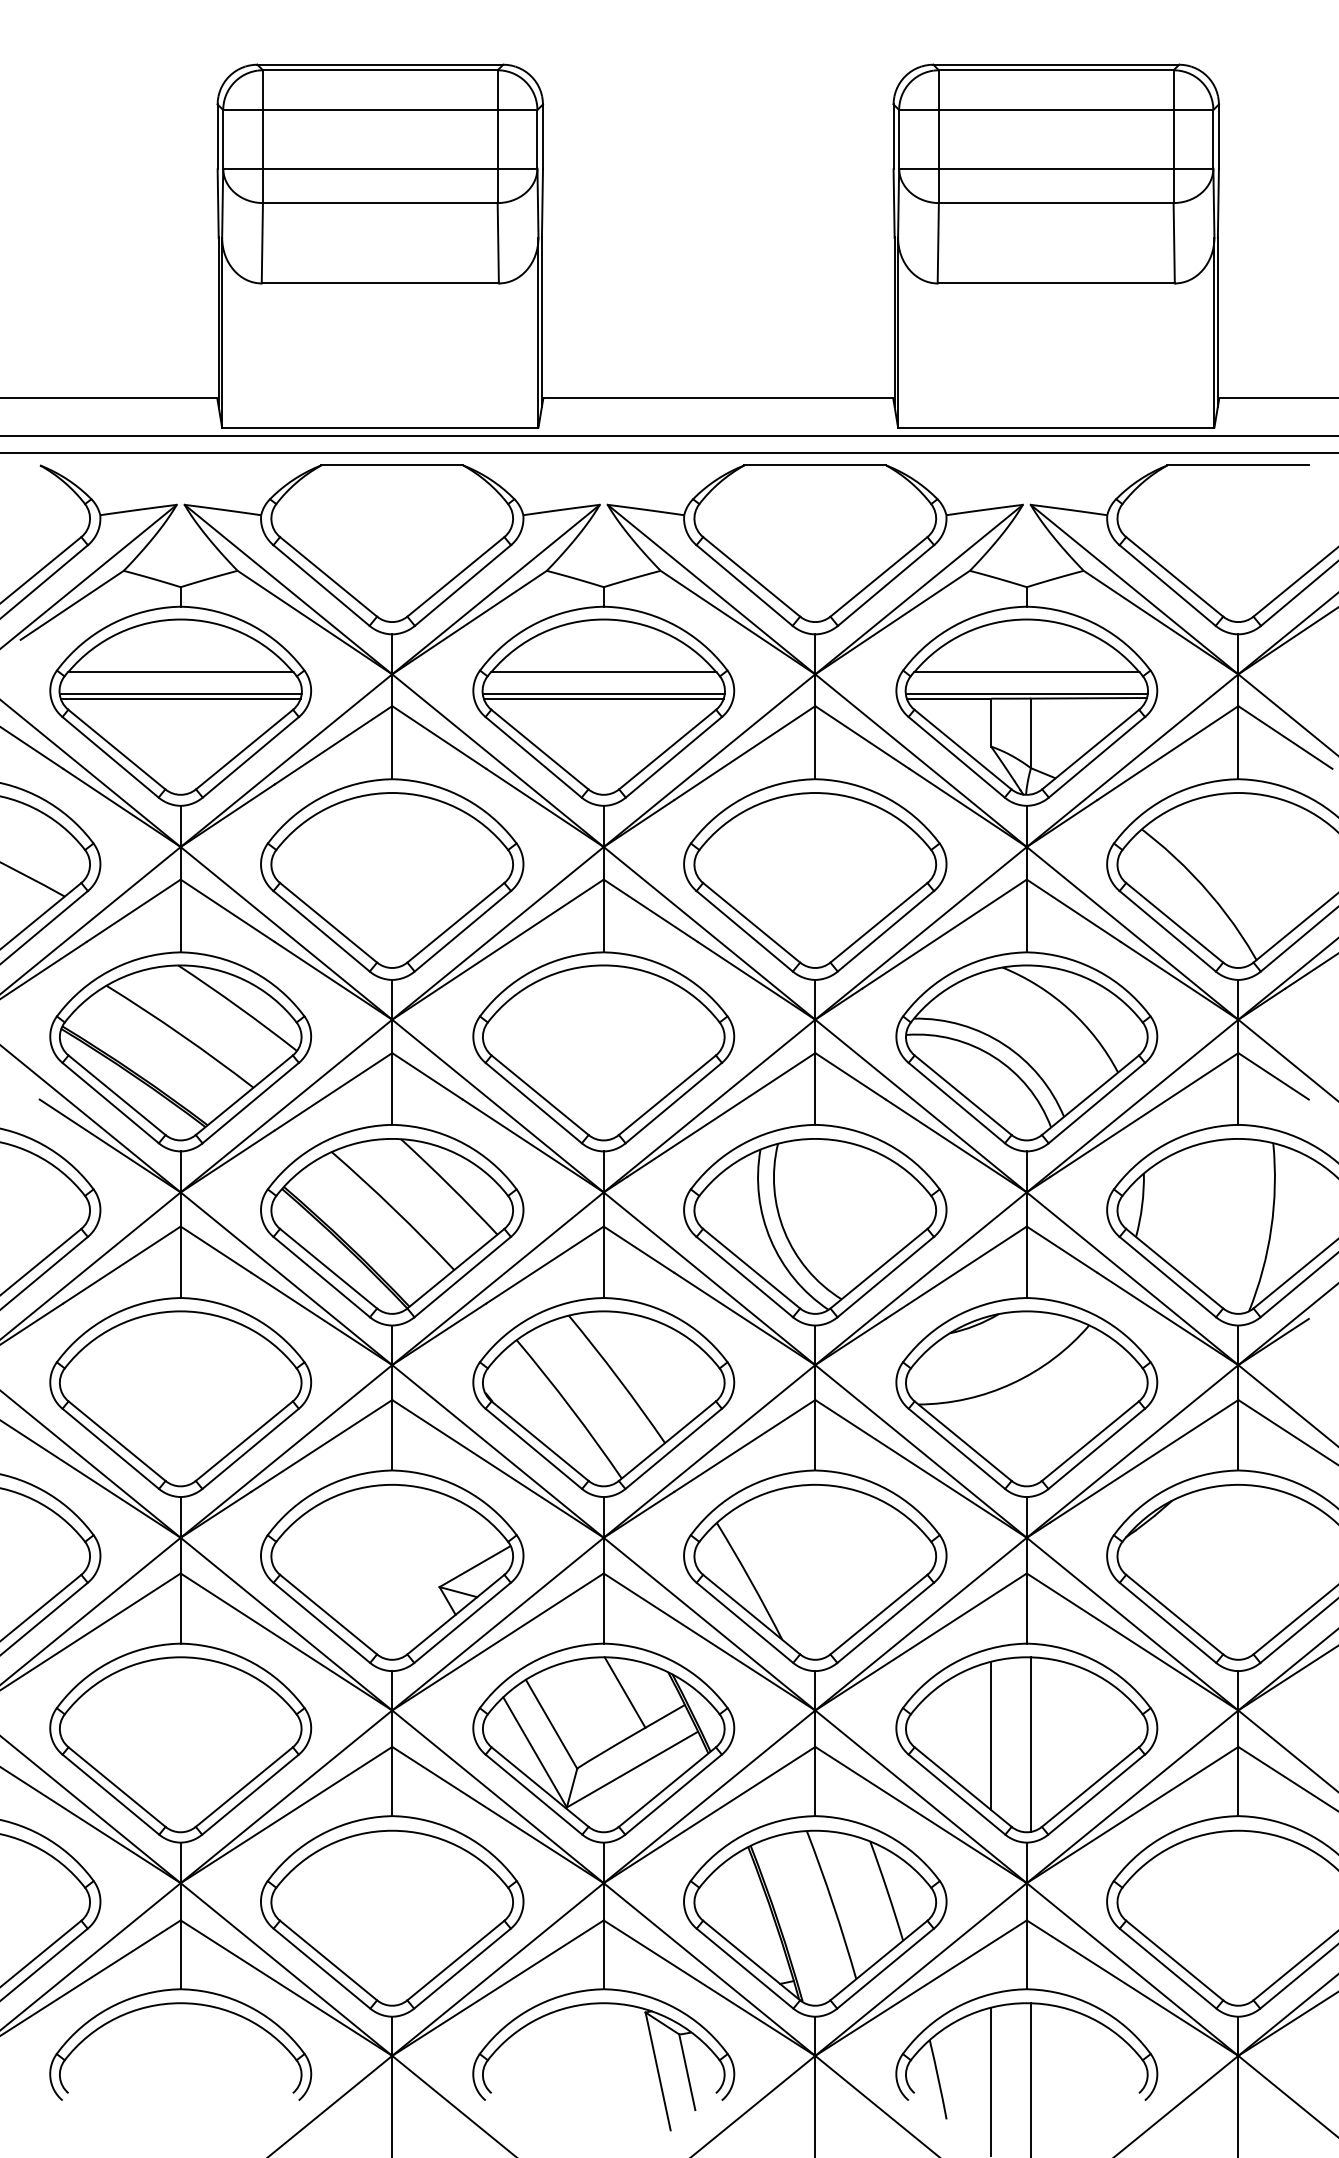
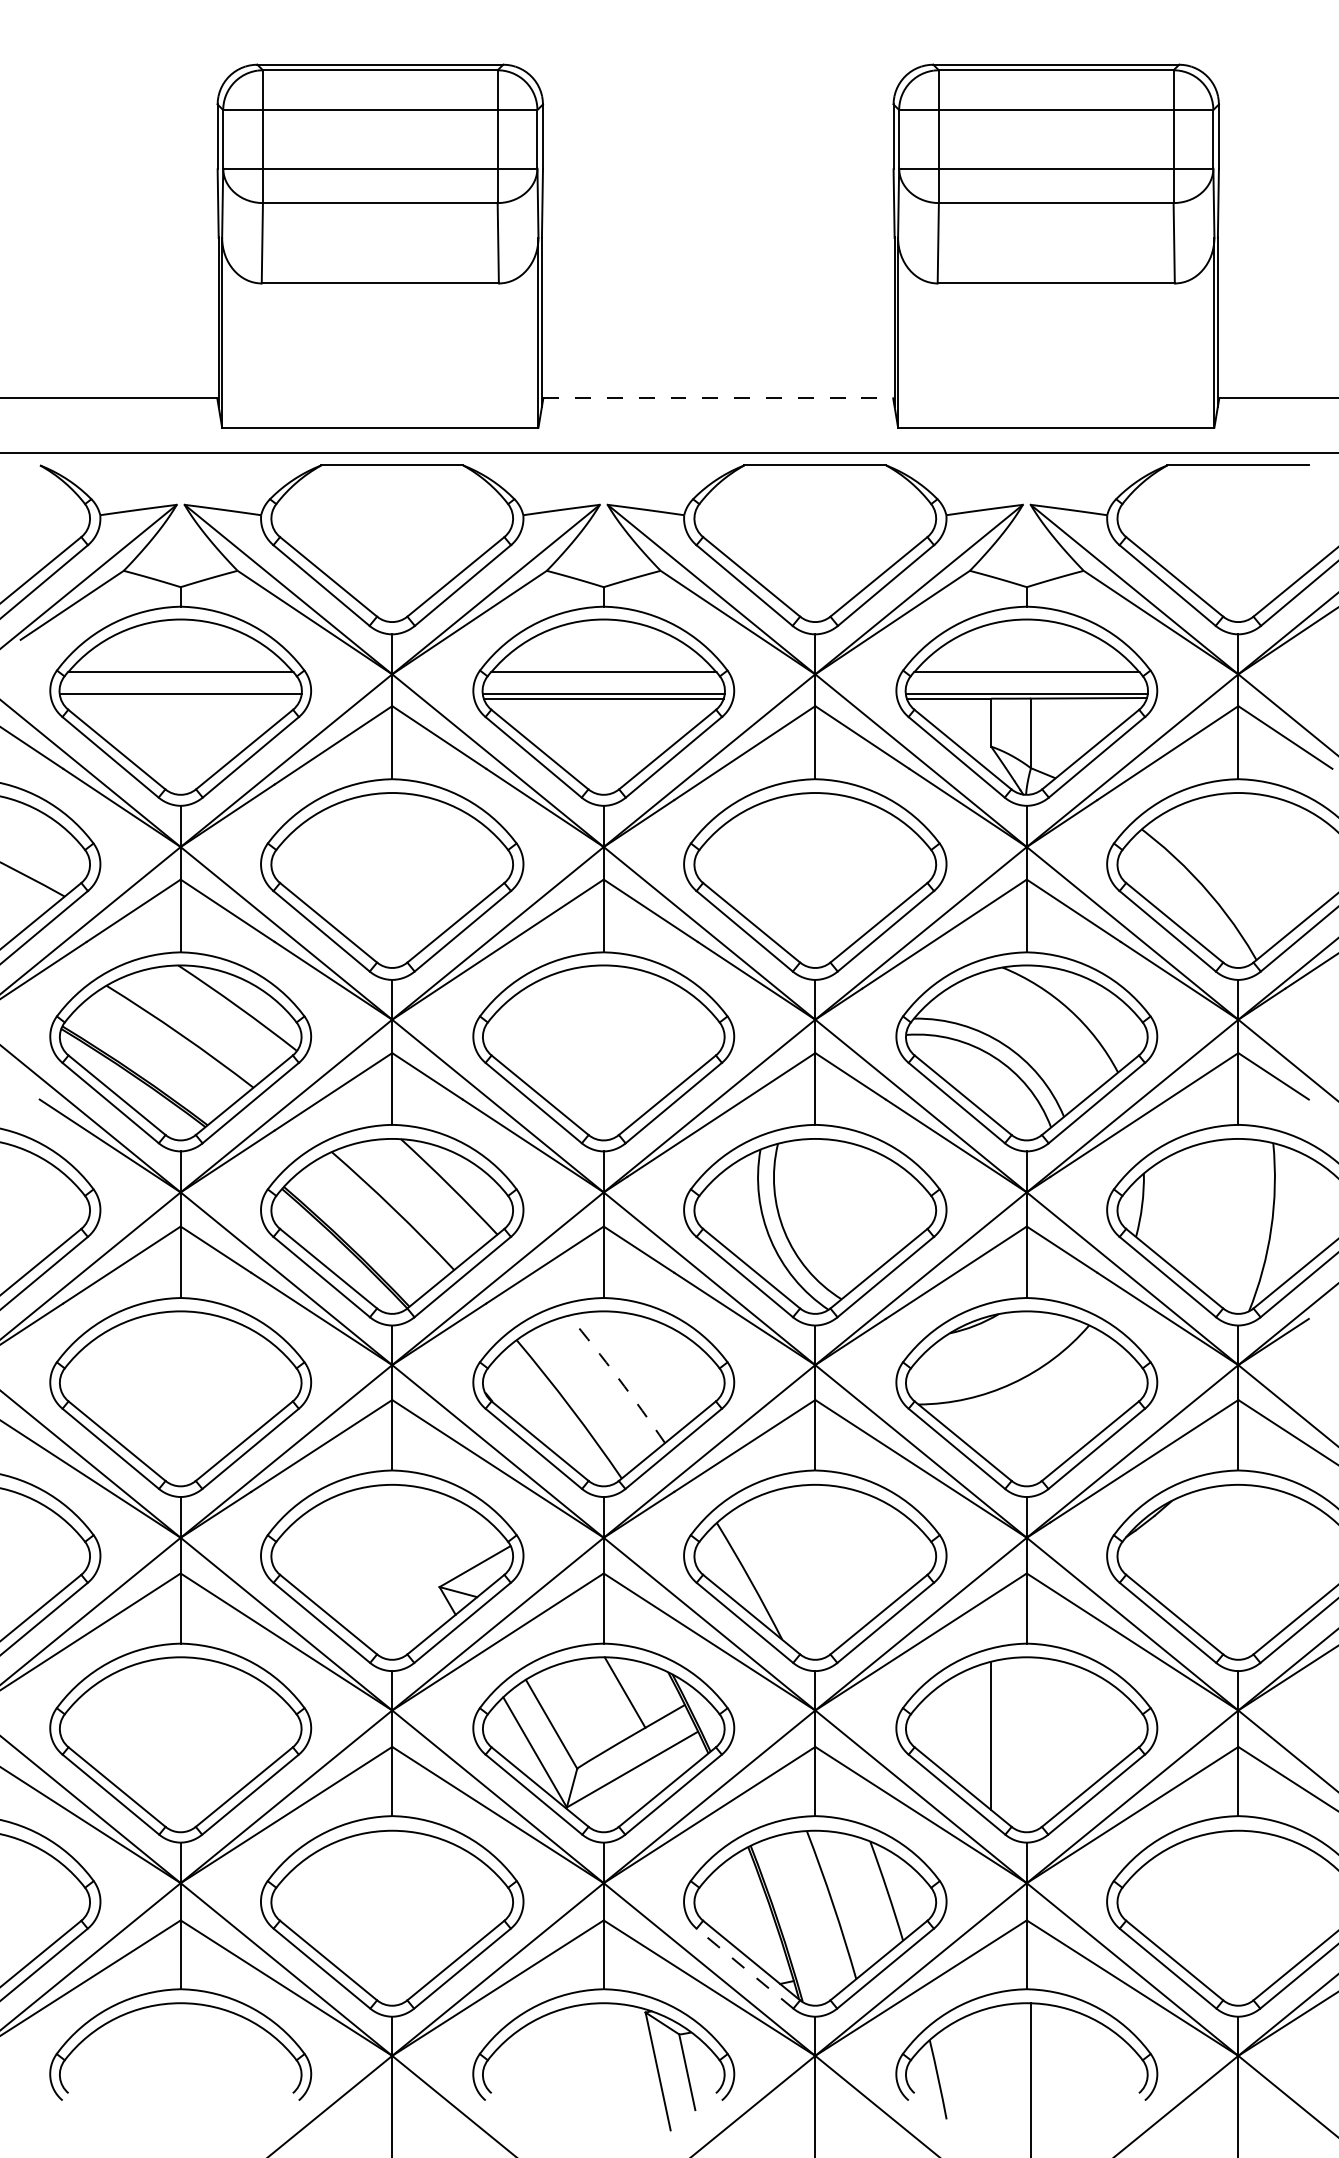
line at (718, 398): solid -> dashed
line at (668, 435): present -> none
line at (180, 698): present -> none
arc at (618, 1378): solid -> dashed
line at (1030, 1744): present -> none
line at (744, 1968): solid -> dashed
line at (991, 2080): present -> none
